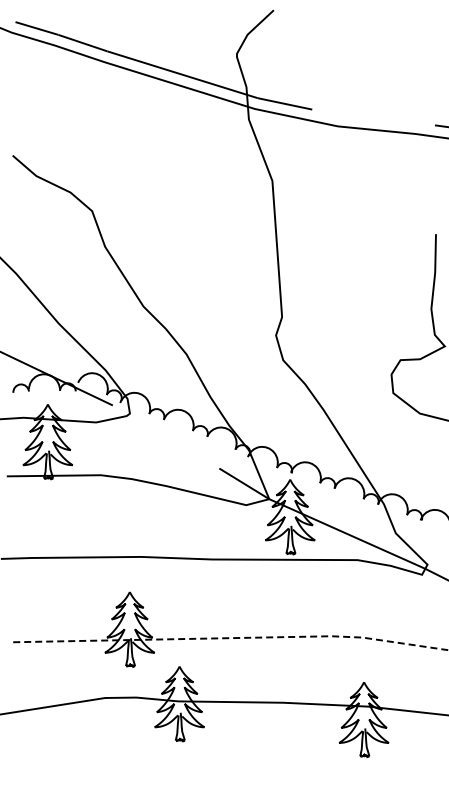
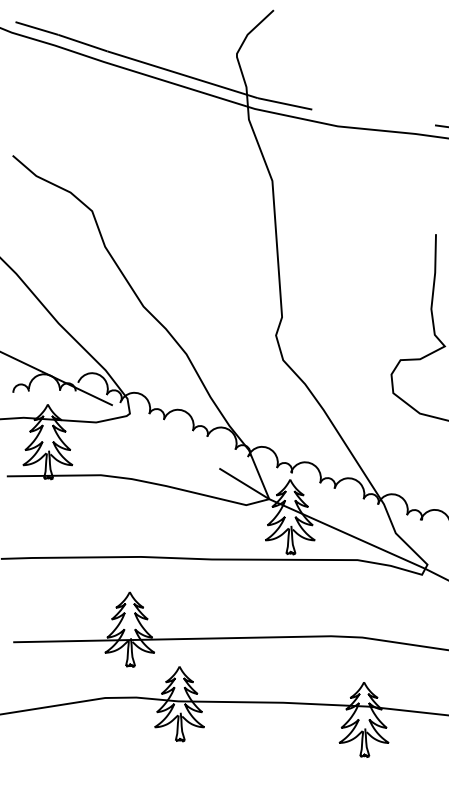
line at (233, 638): dashed -> solid
